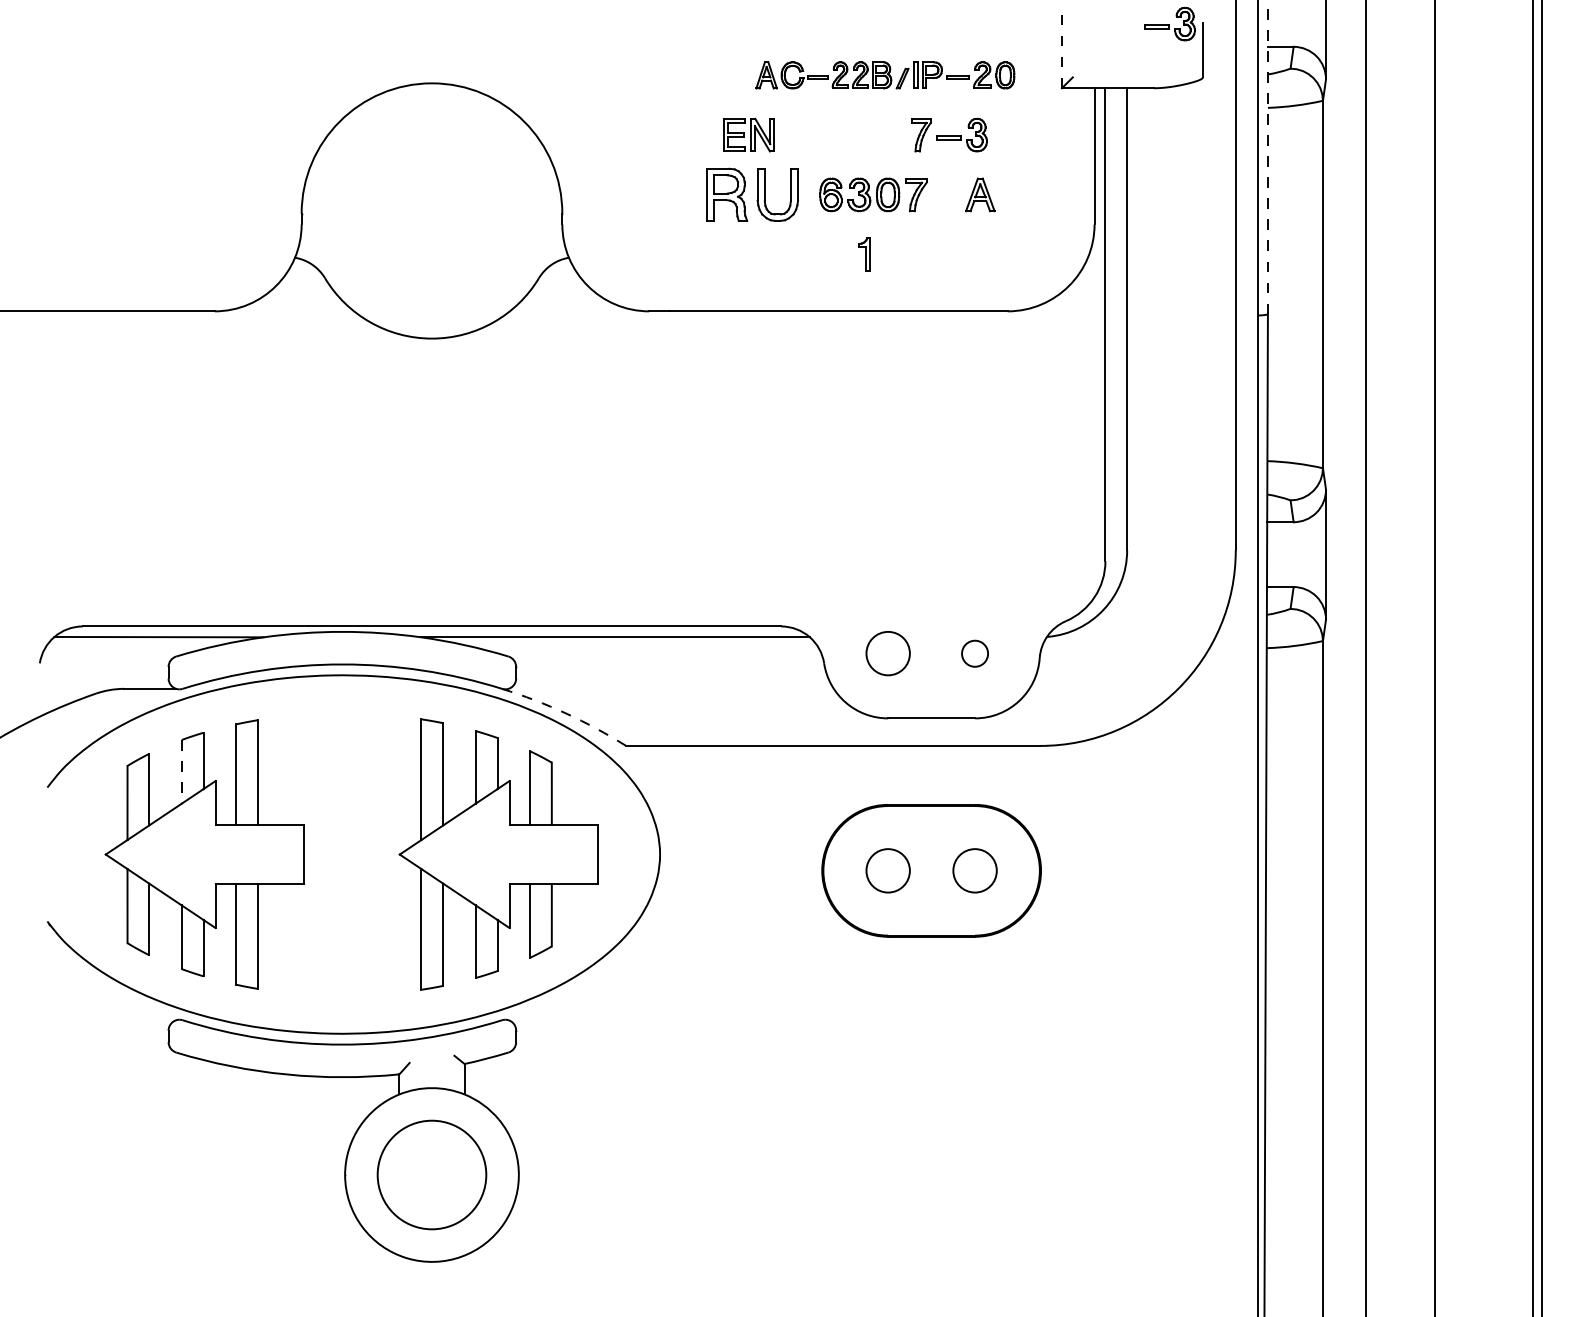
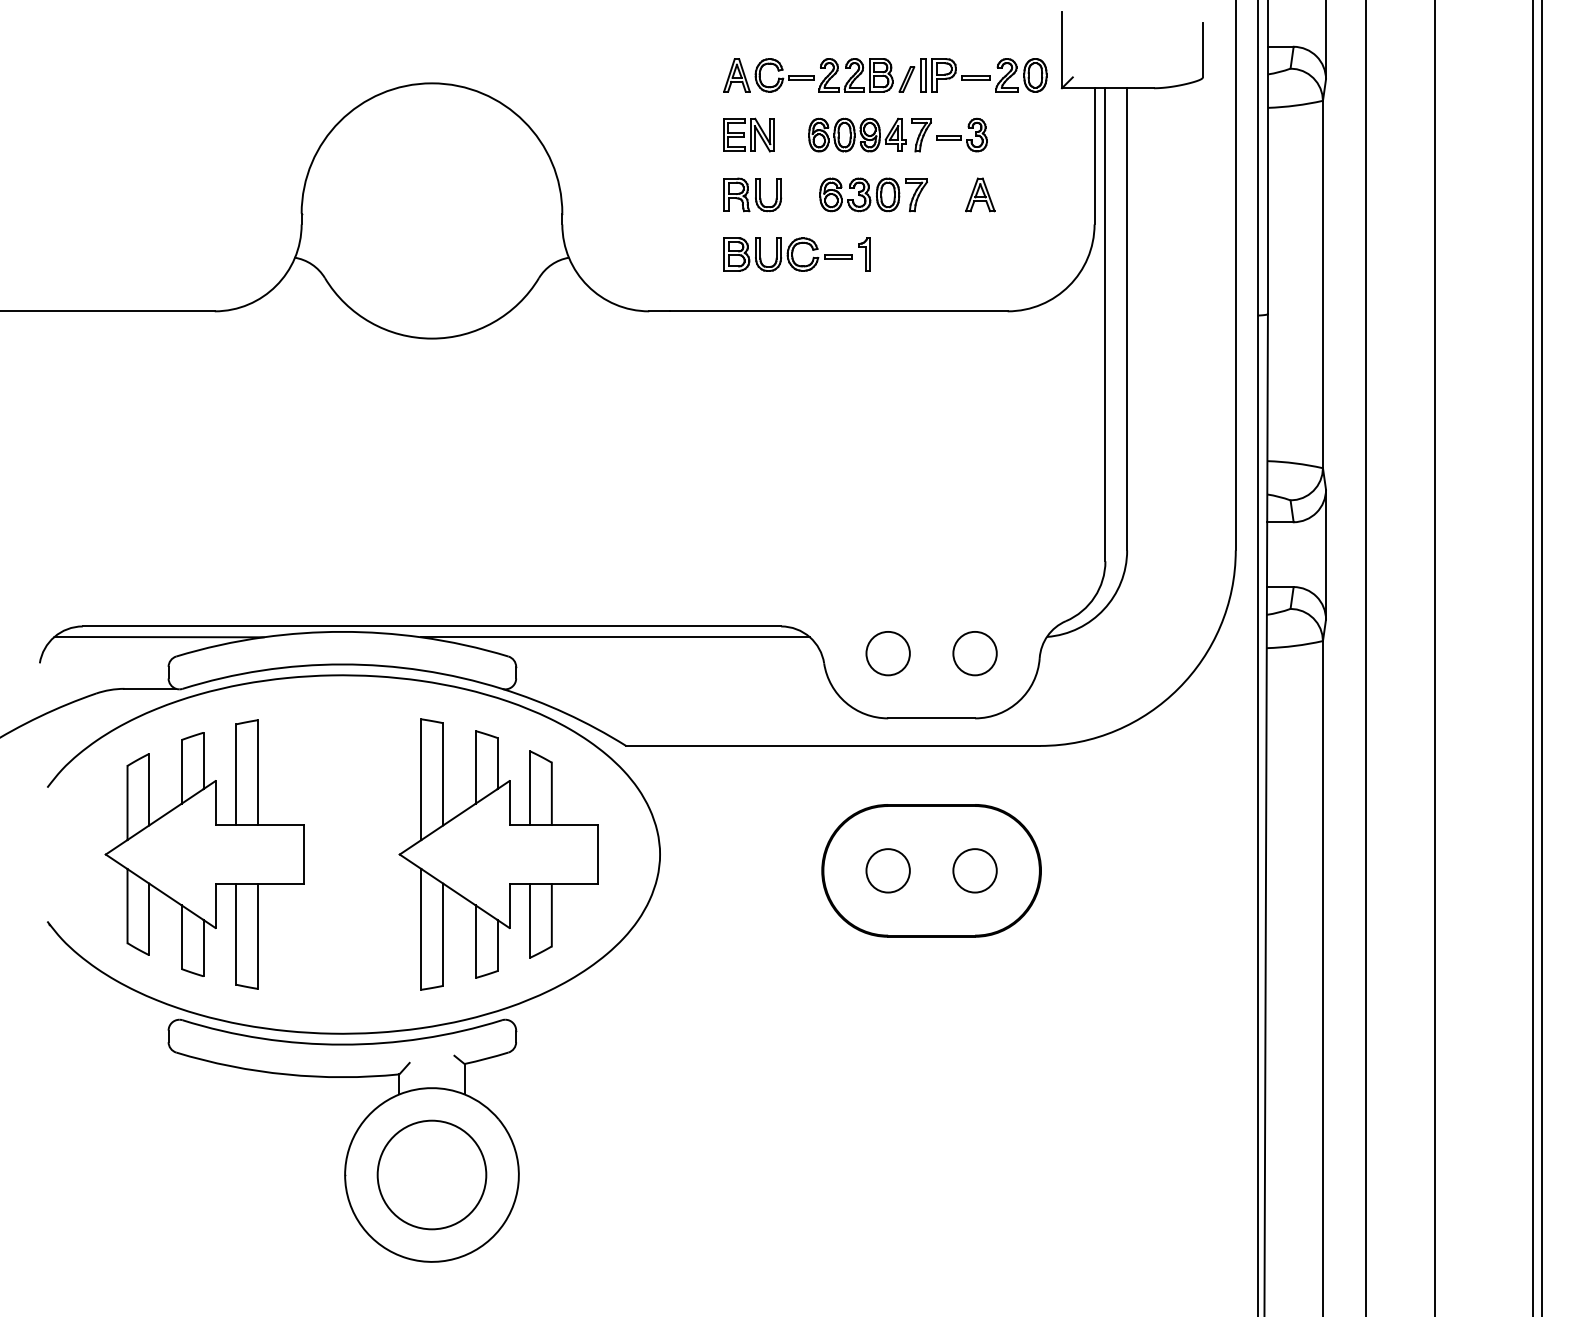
part at (1169, 23): present -> none
line at (1061, 49): dashed -> solid
part at (885, 75) size: 261x29 px -> 325x35 px
part at (857, 134): none -> present
line at (1267, 157): dashed -> solid
part at (752, 194) size: 93x55 px -> 60x36 px
part at (787, 254): none -> present
circle at (974, 653) size: 28x29 px -> 46x46 px
arc at (565, 713): dashed -> solid
line at (181, 771): dashed -> solid
